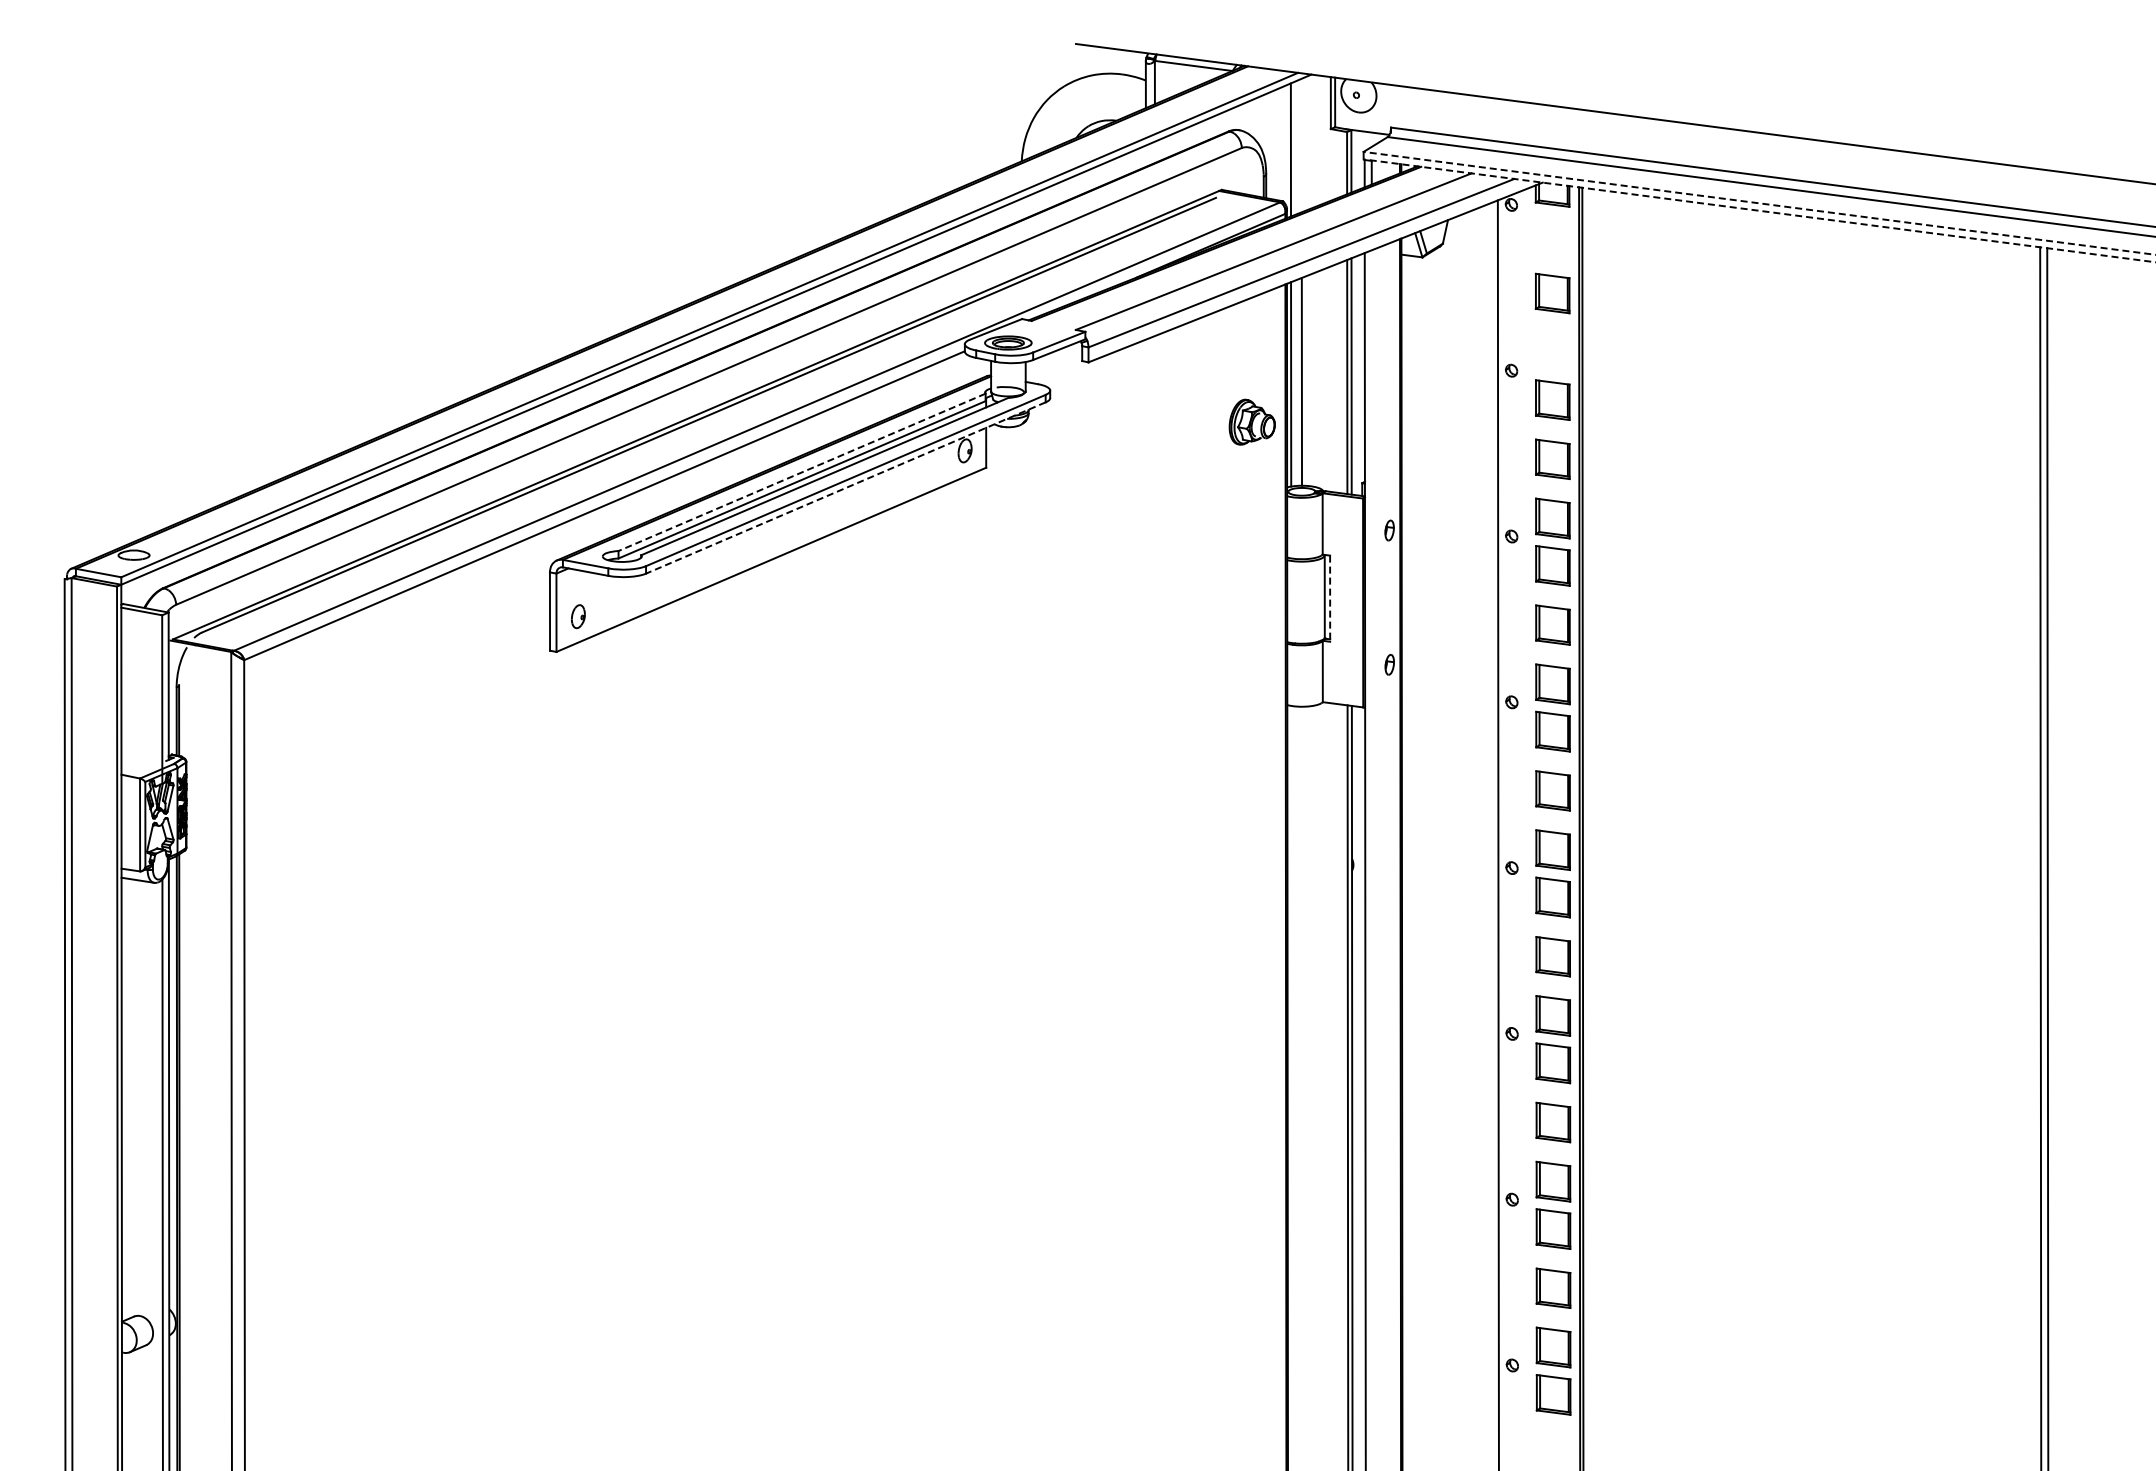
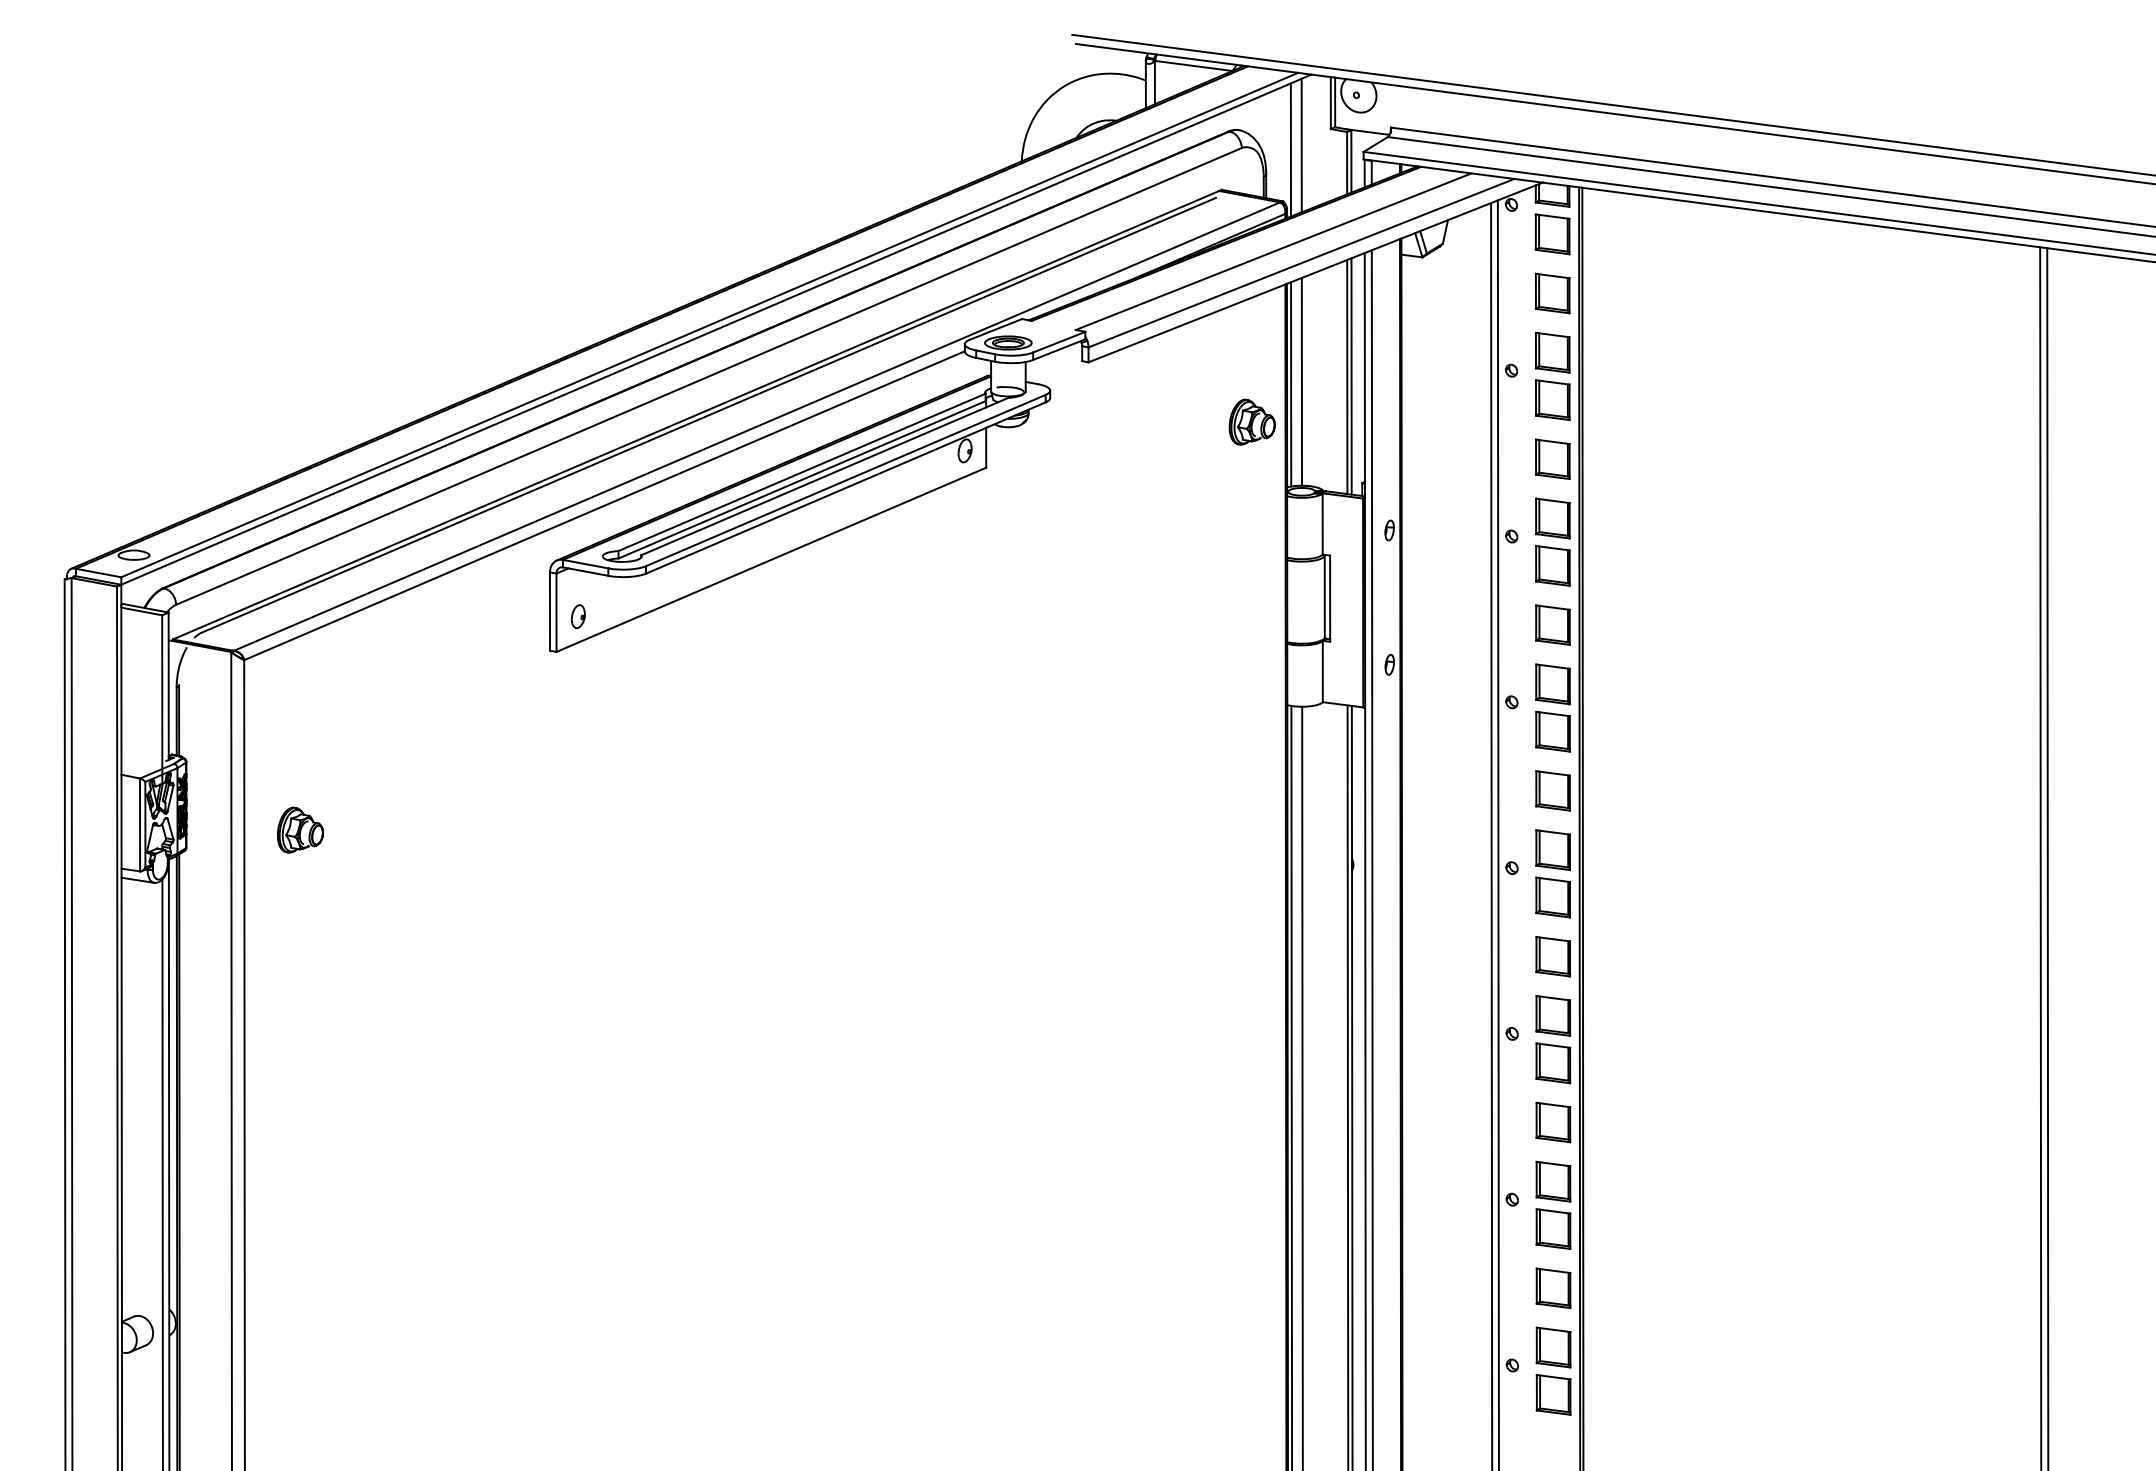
line at (1612, 104): none -> present
line at (1301, 145): none -> present
line at (1759, 203): dashed -> solid
line at (1759, 210): dashed -> solid
part at (1552, 234): none -> present
part at (1552, 352): none -> present
line at (802, 472): dashed -> solid
line at (845, 488): dashed -> solid
line at (1330, 599): dashed -> solid
part at (300, 829): none -> present
line at (1491, 835): none -> present
line at (1371, 858): none -> present
line at (1291, 1086): none -> present
line at (1302, 1086): none -> present
